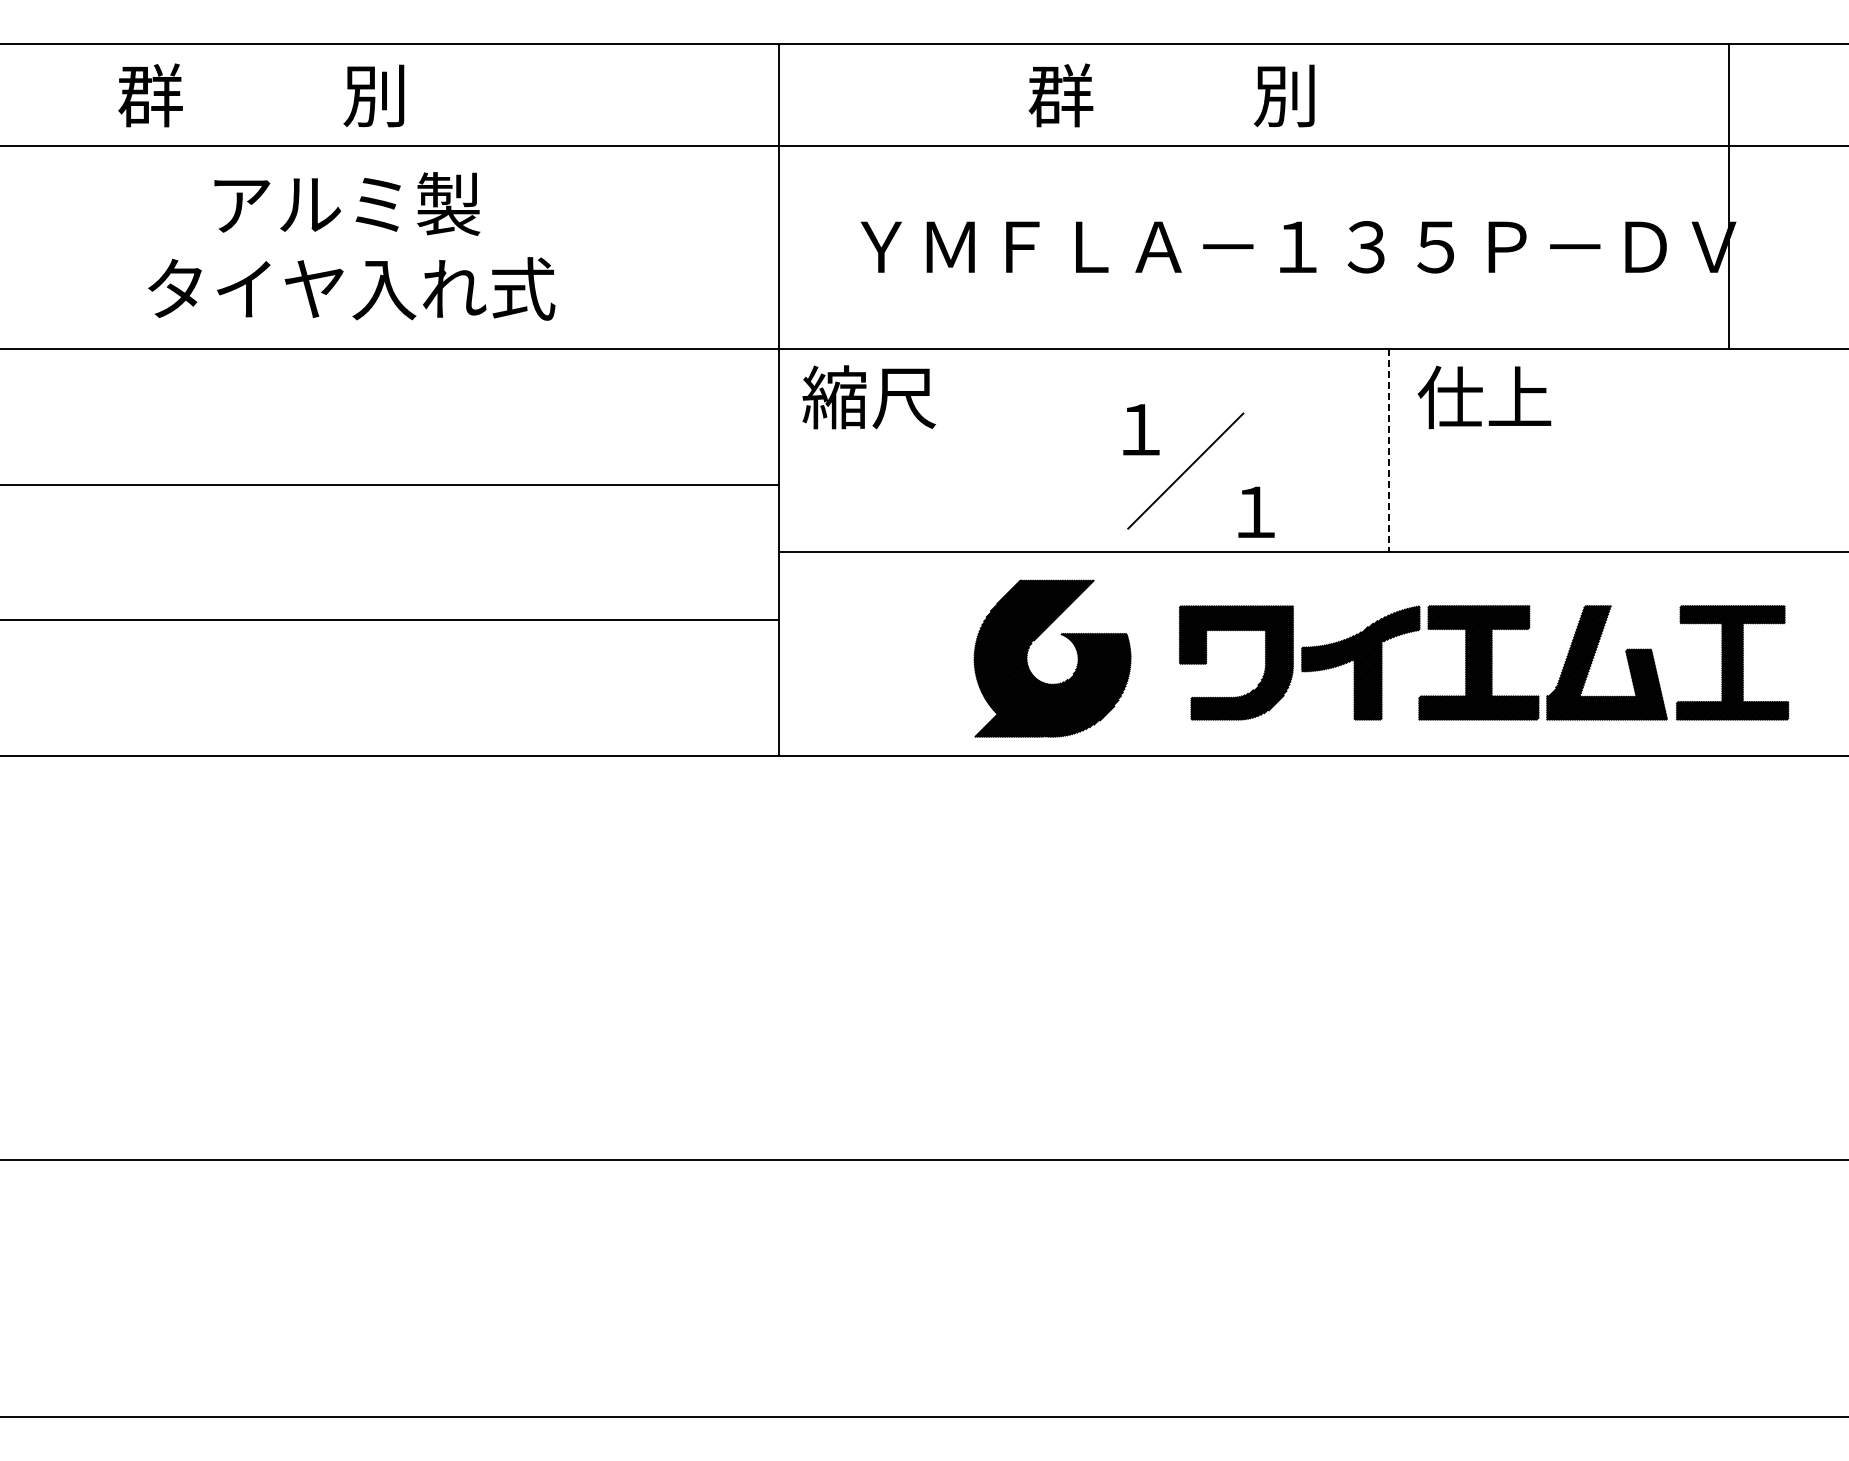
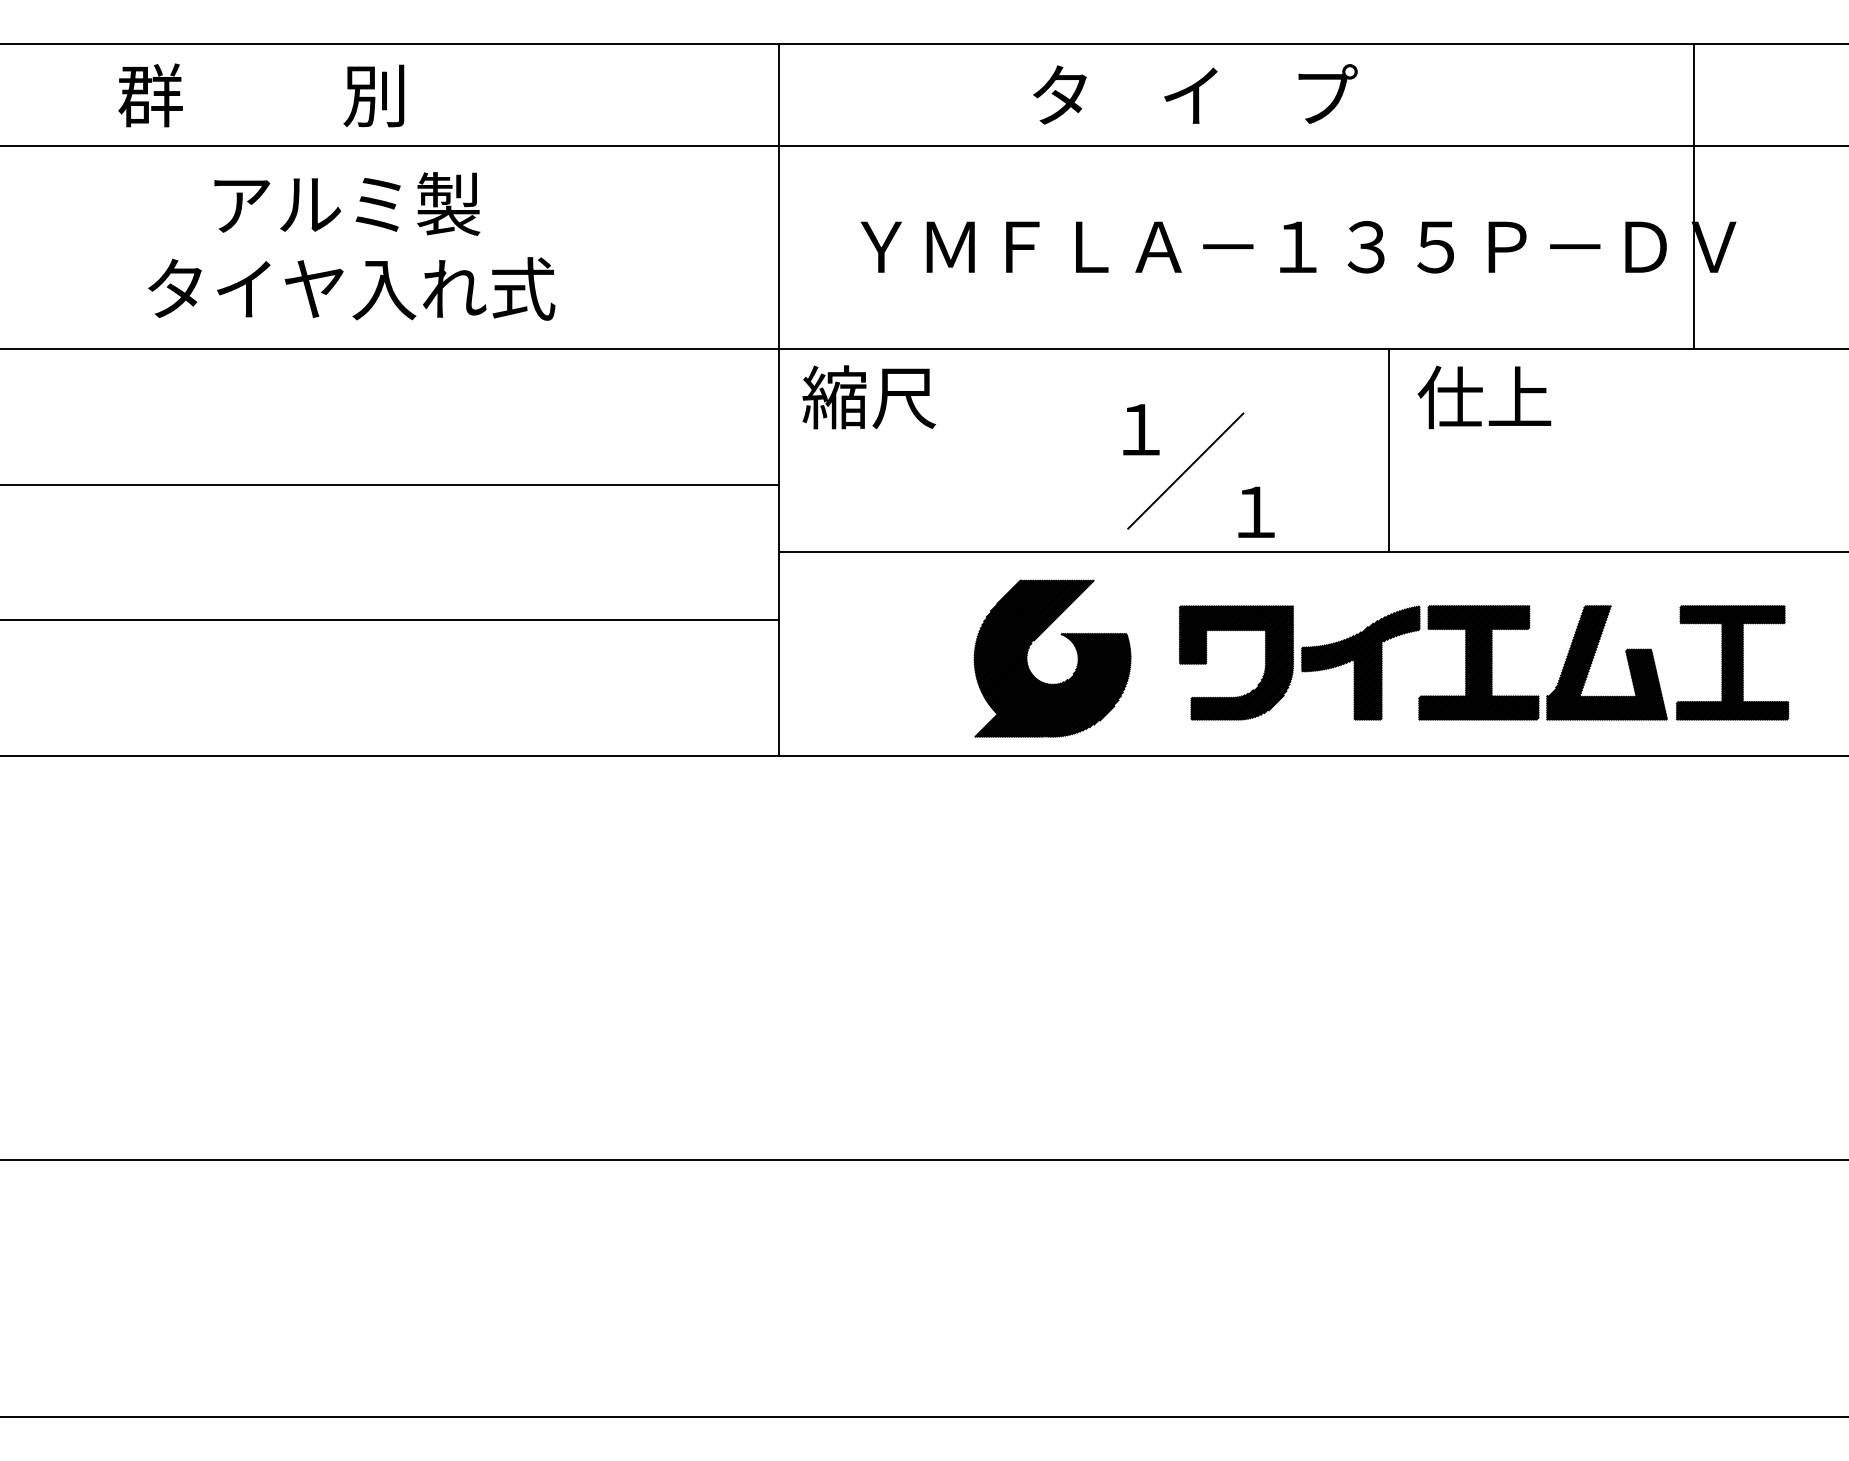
text at (1192, 95): 群          別 -> タ    イ    プ
line at (1729, 196) position: (1729, 196) -> (1694, 196)
line at (1389, 450): dashed -> solid
